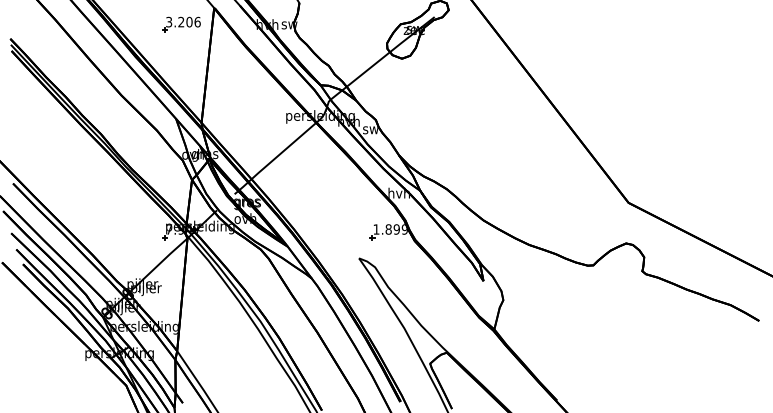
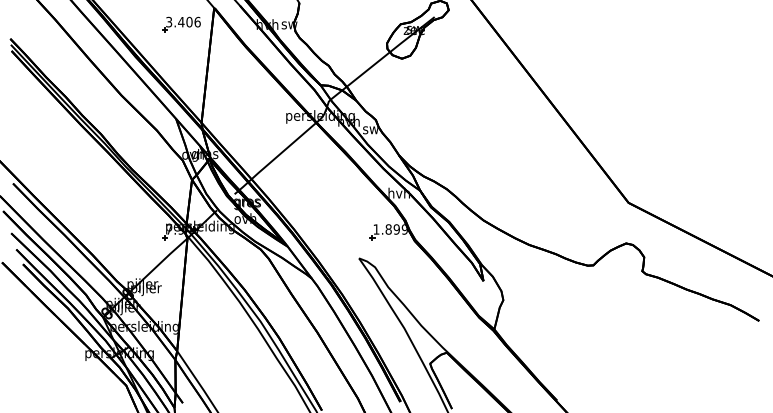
text at (181, 21): 3.206 -> 3.406
